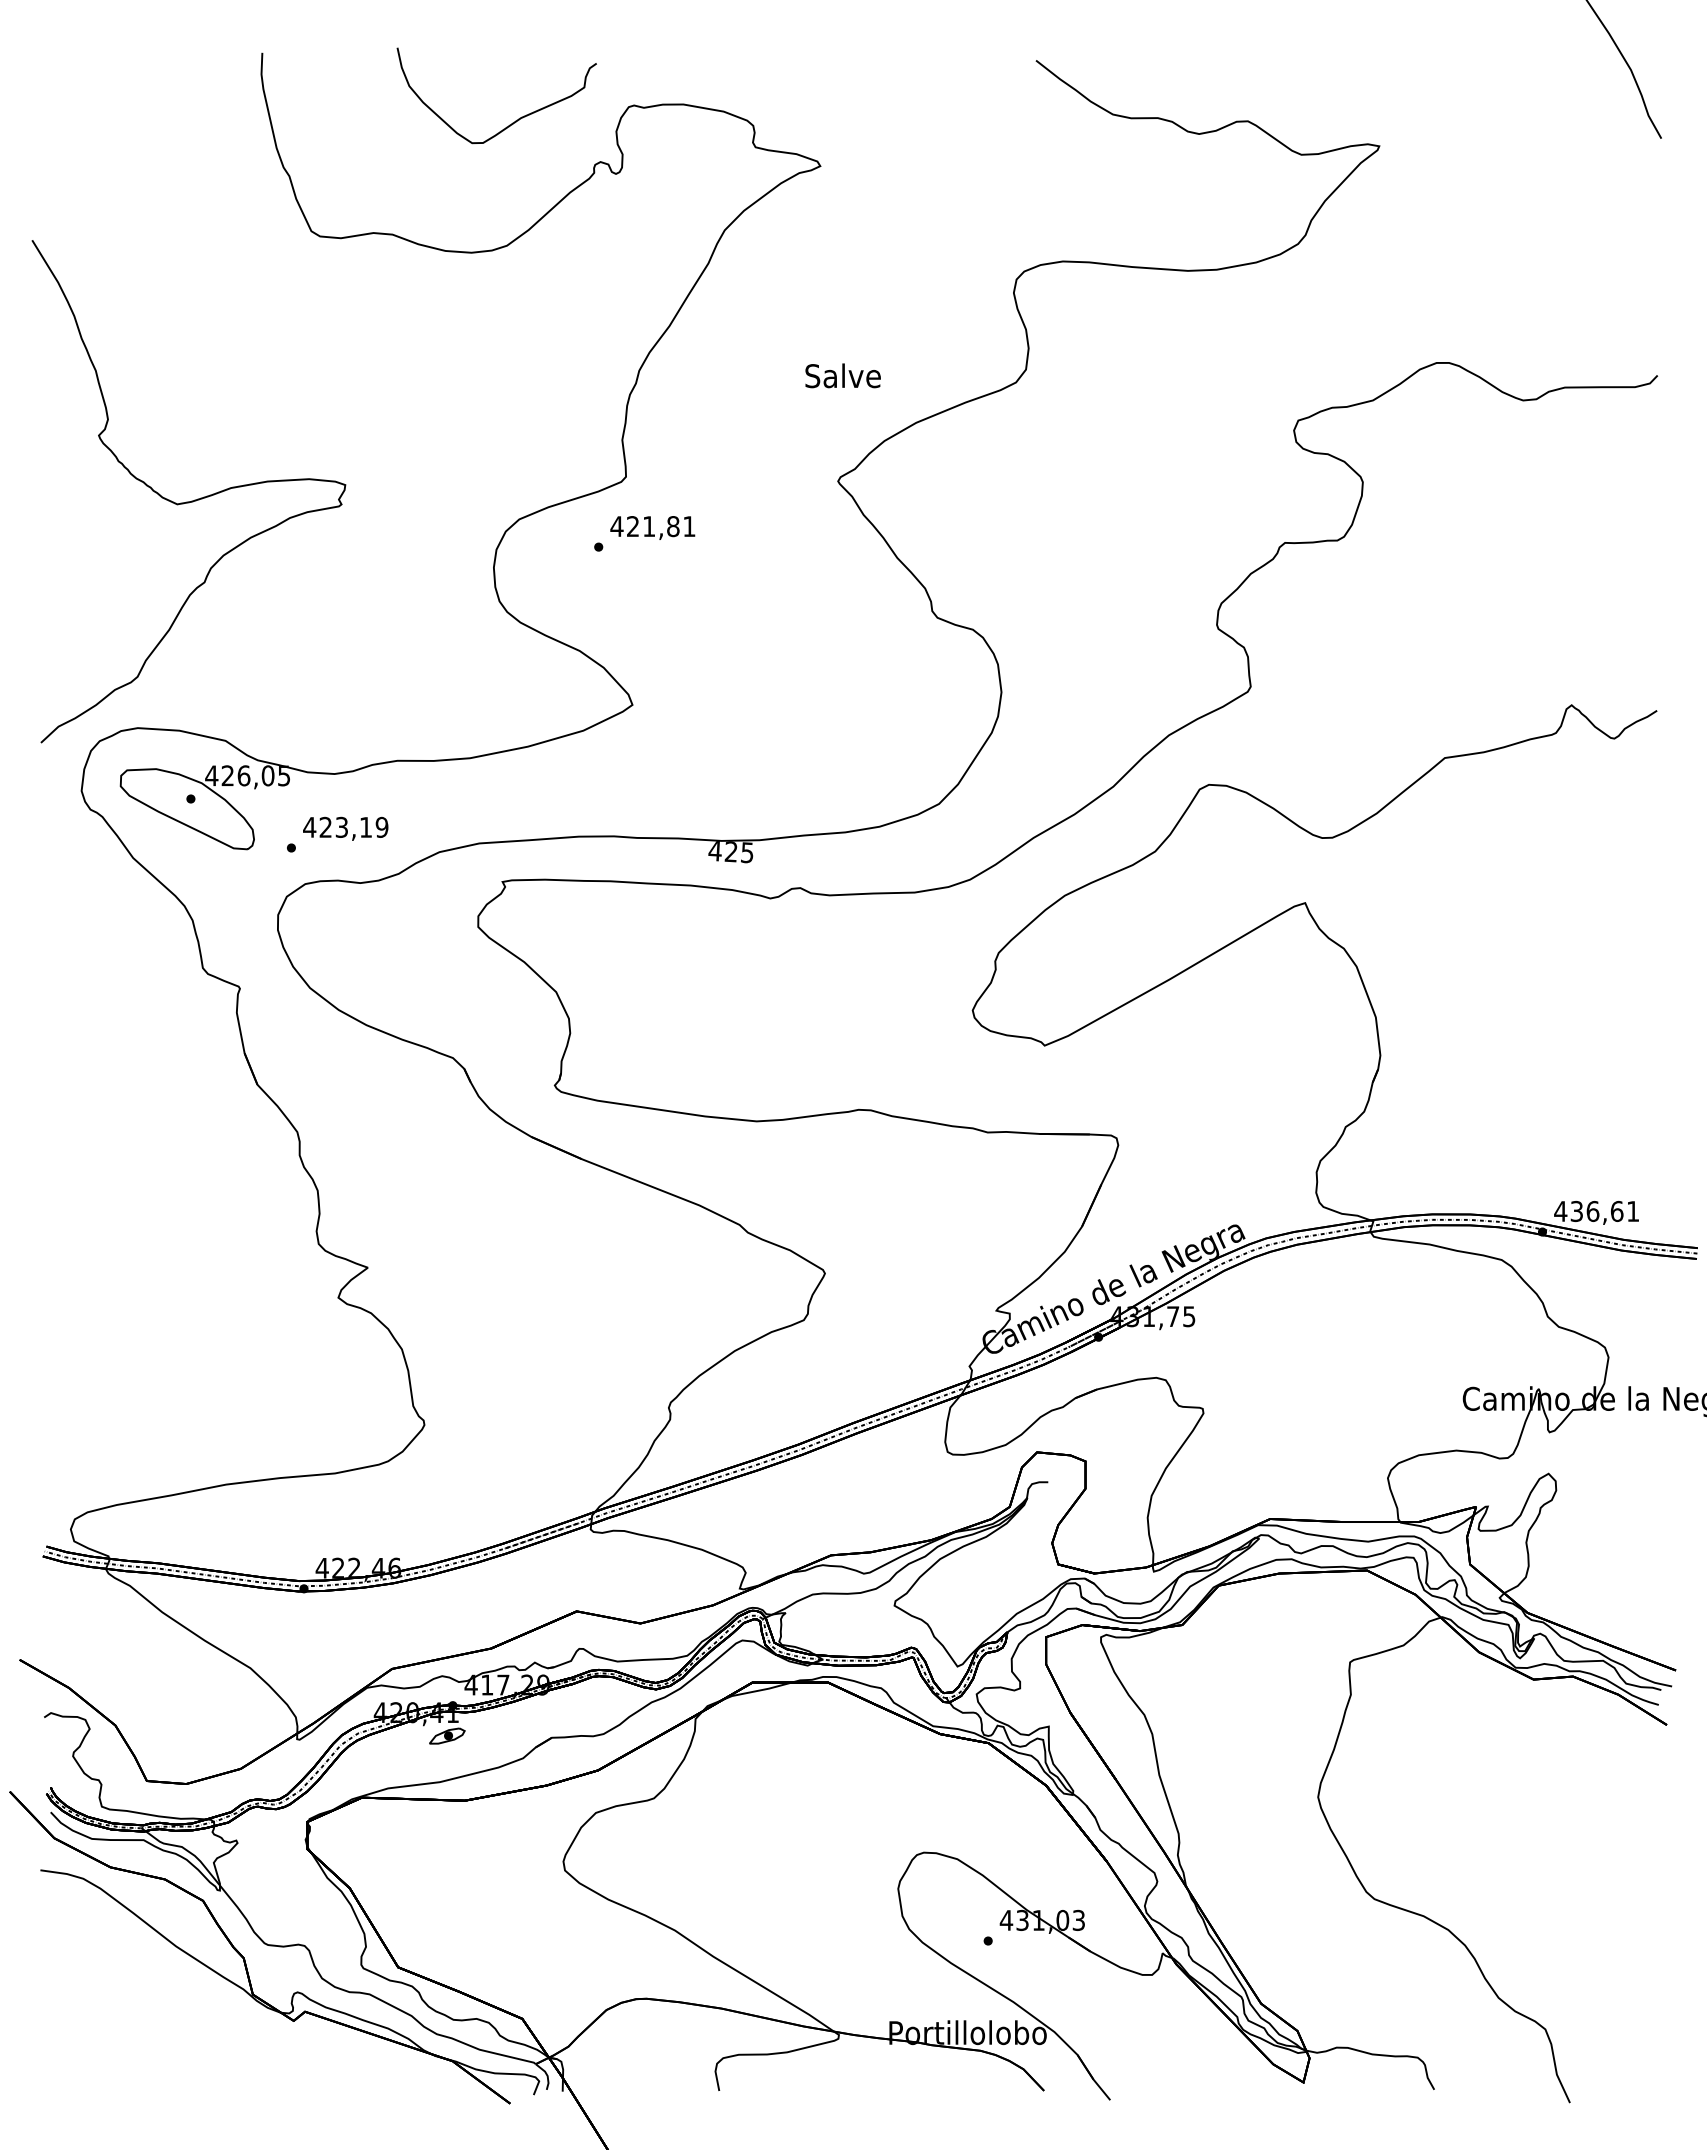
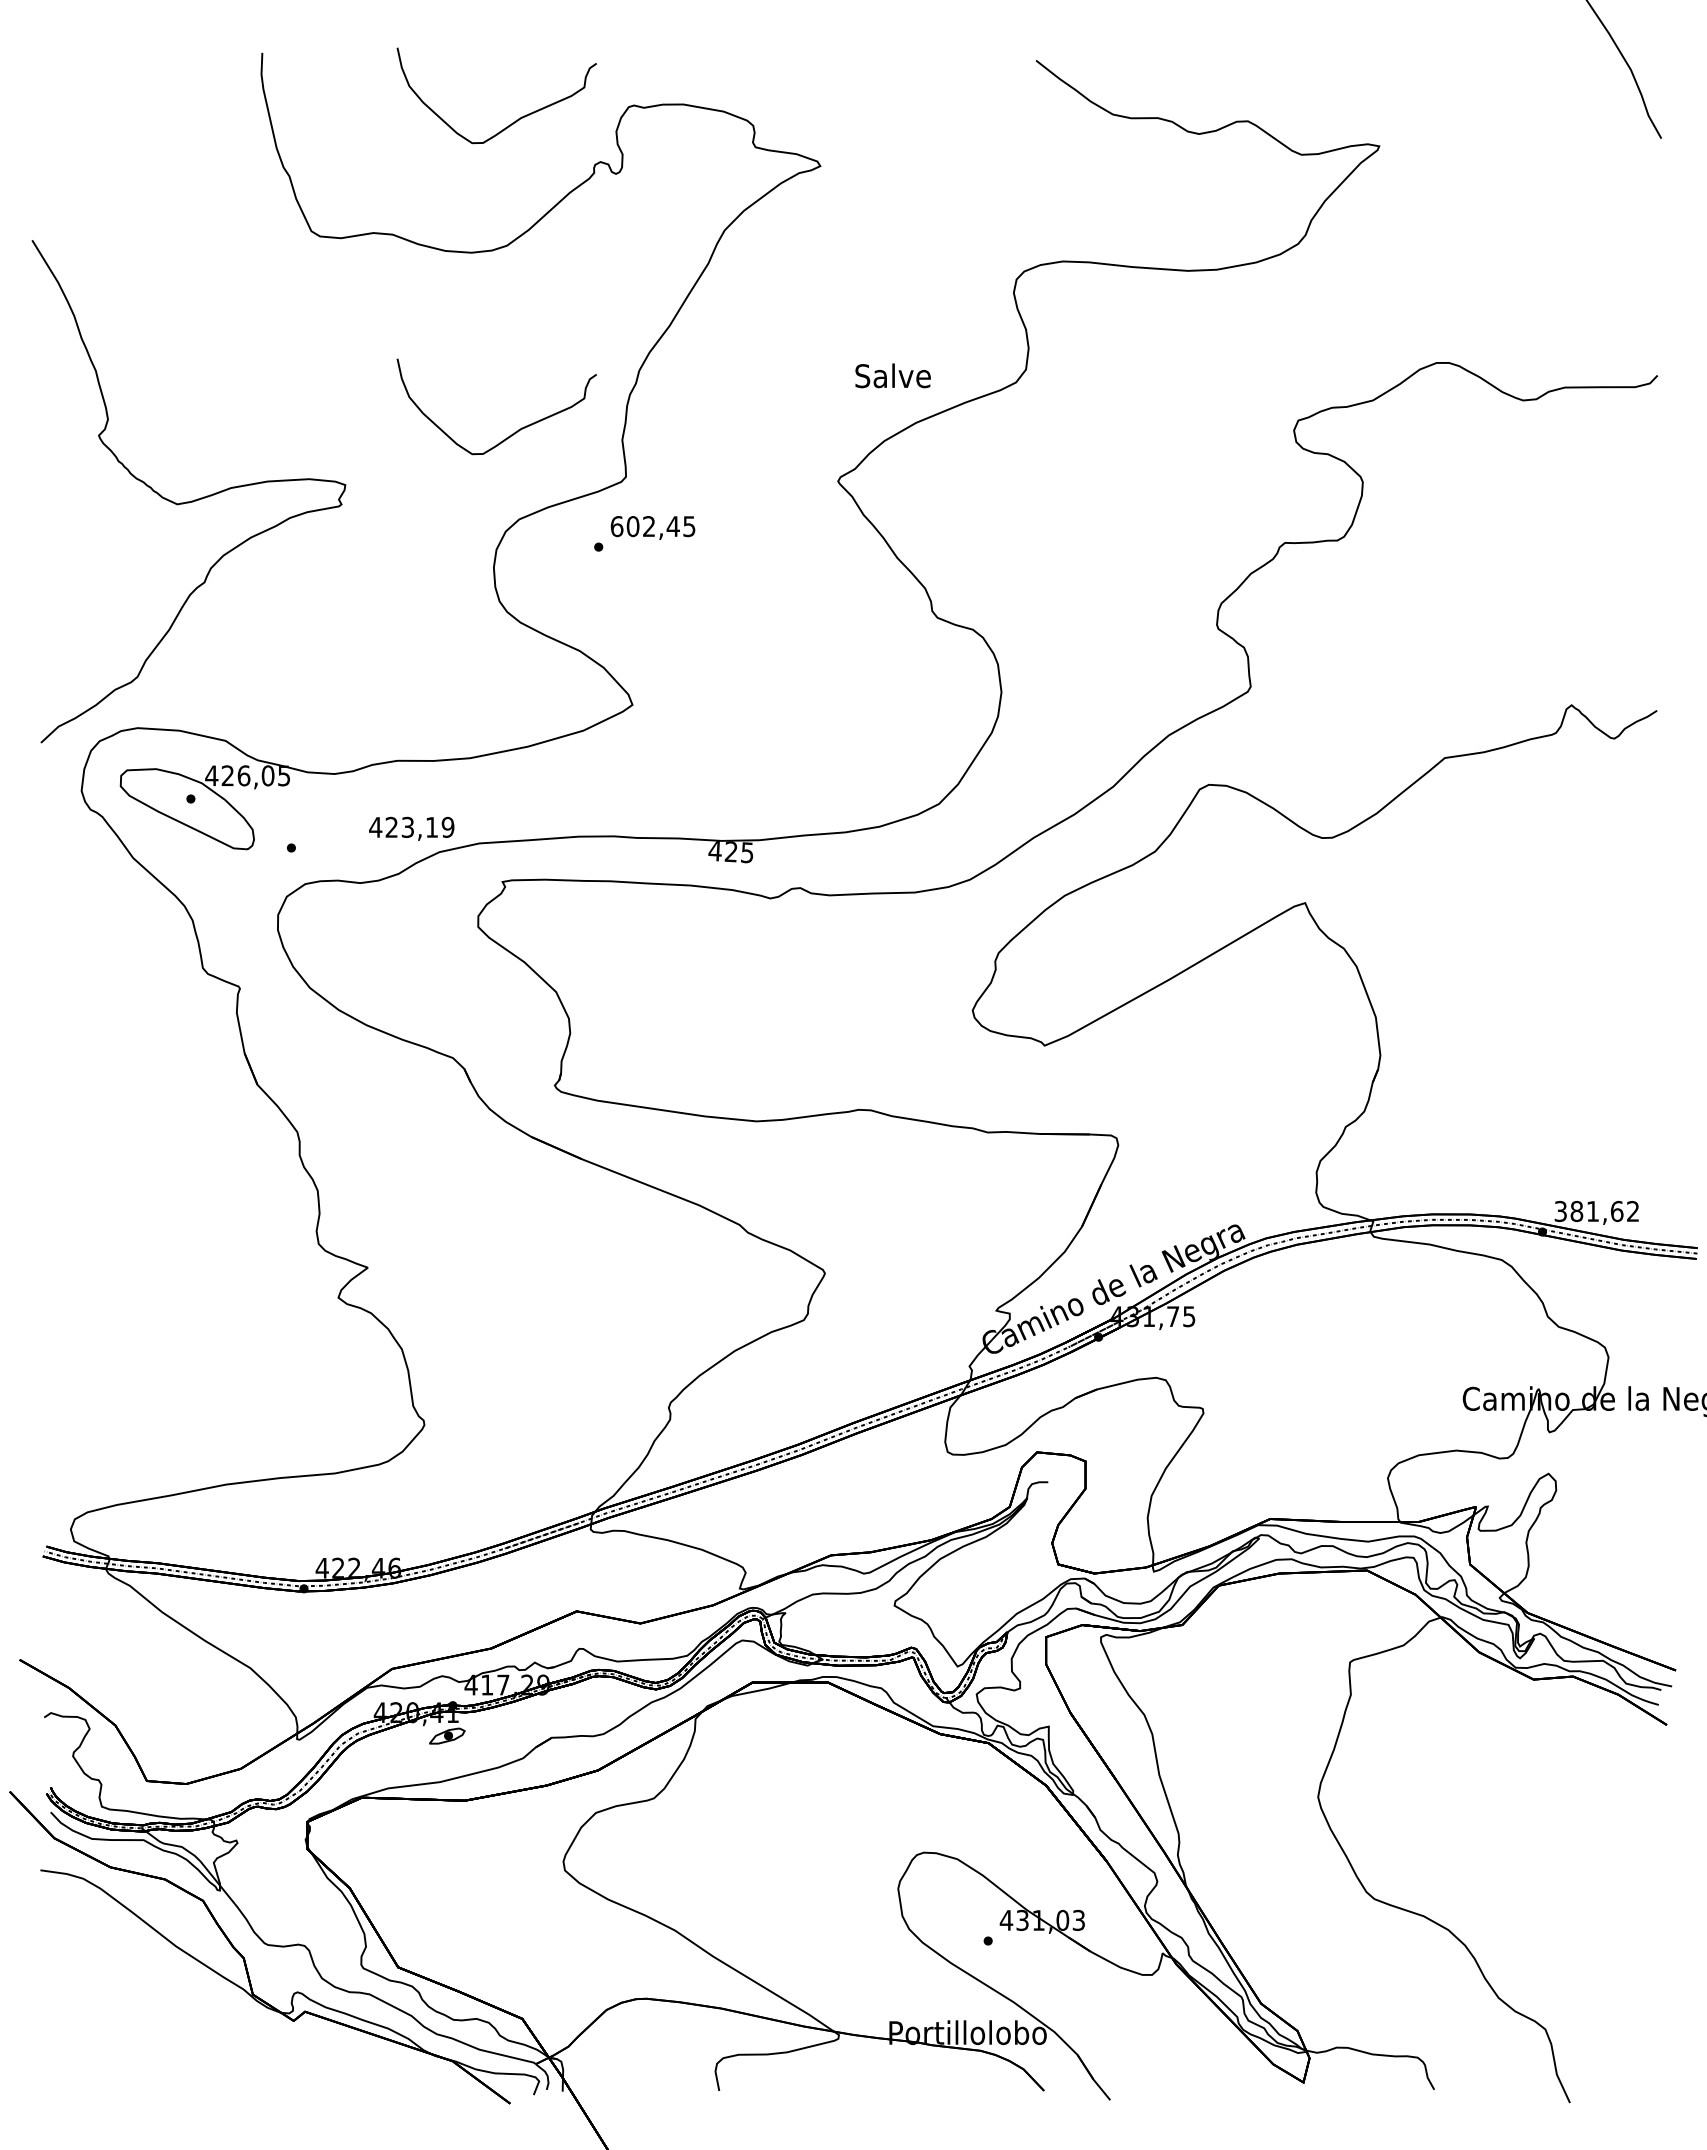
text at (842, 375) position: (842, 375) -> (892, 375)
curve at (512, 433): none -> present
text at (652, 526): 421,81 -> 602,45
text at (345, 828) position: (345, 828) -> (411, 828)
text at (1596, 1211): 436,61 -> 381,62
